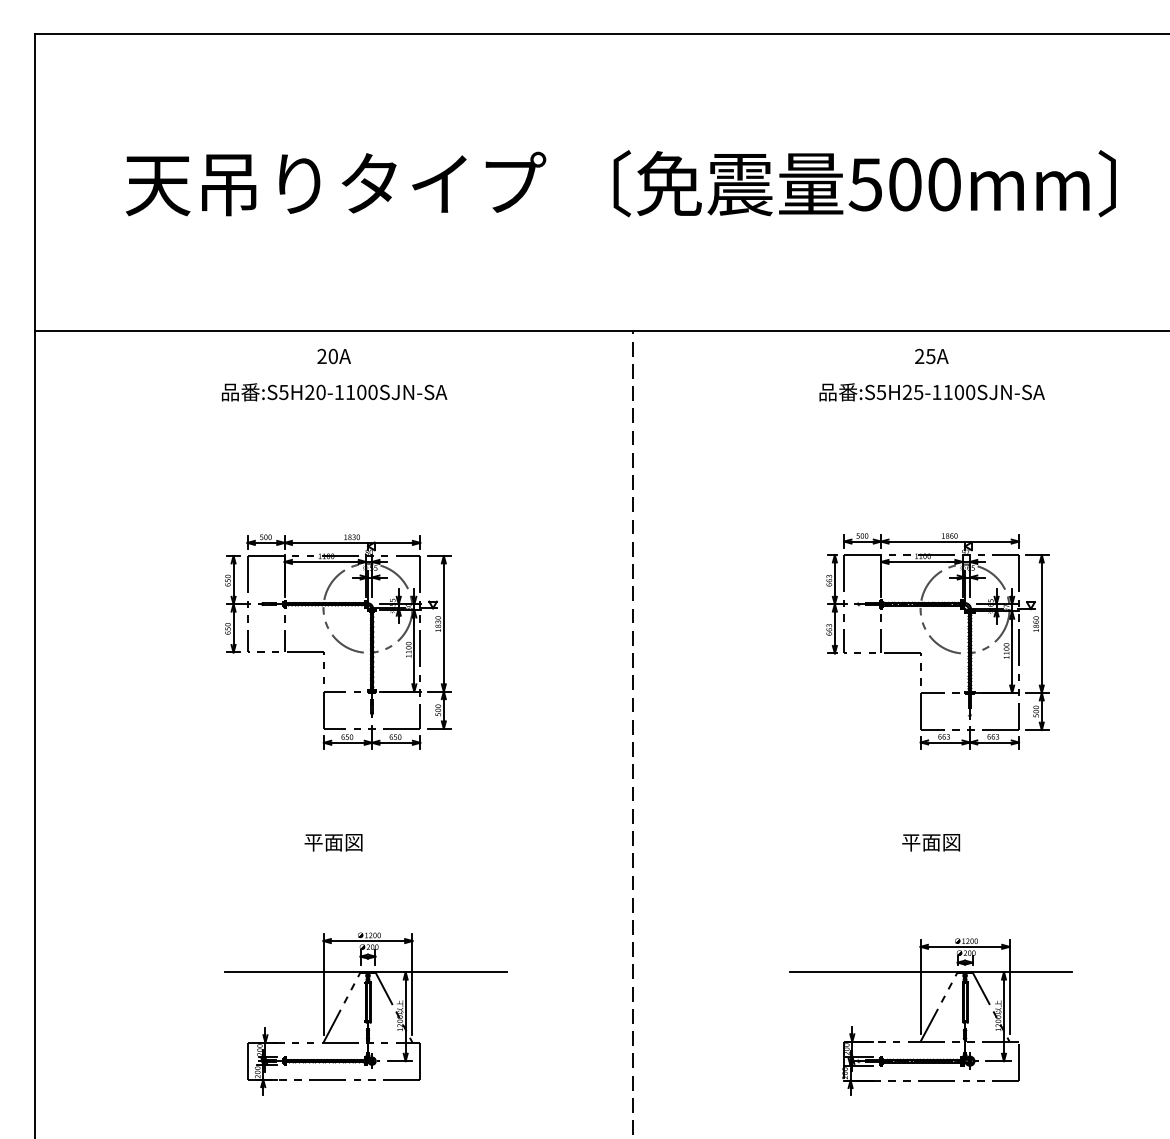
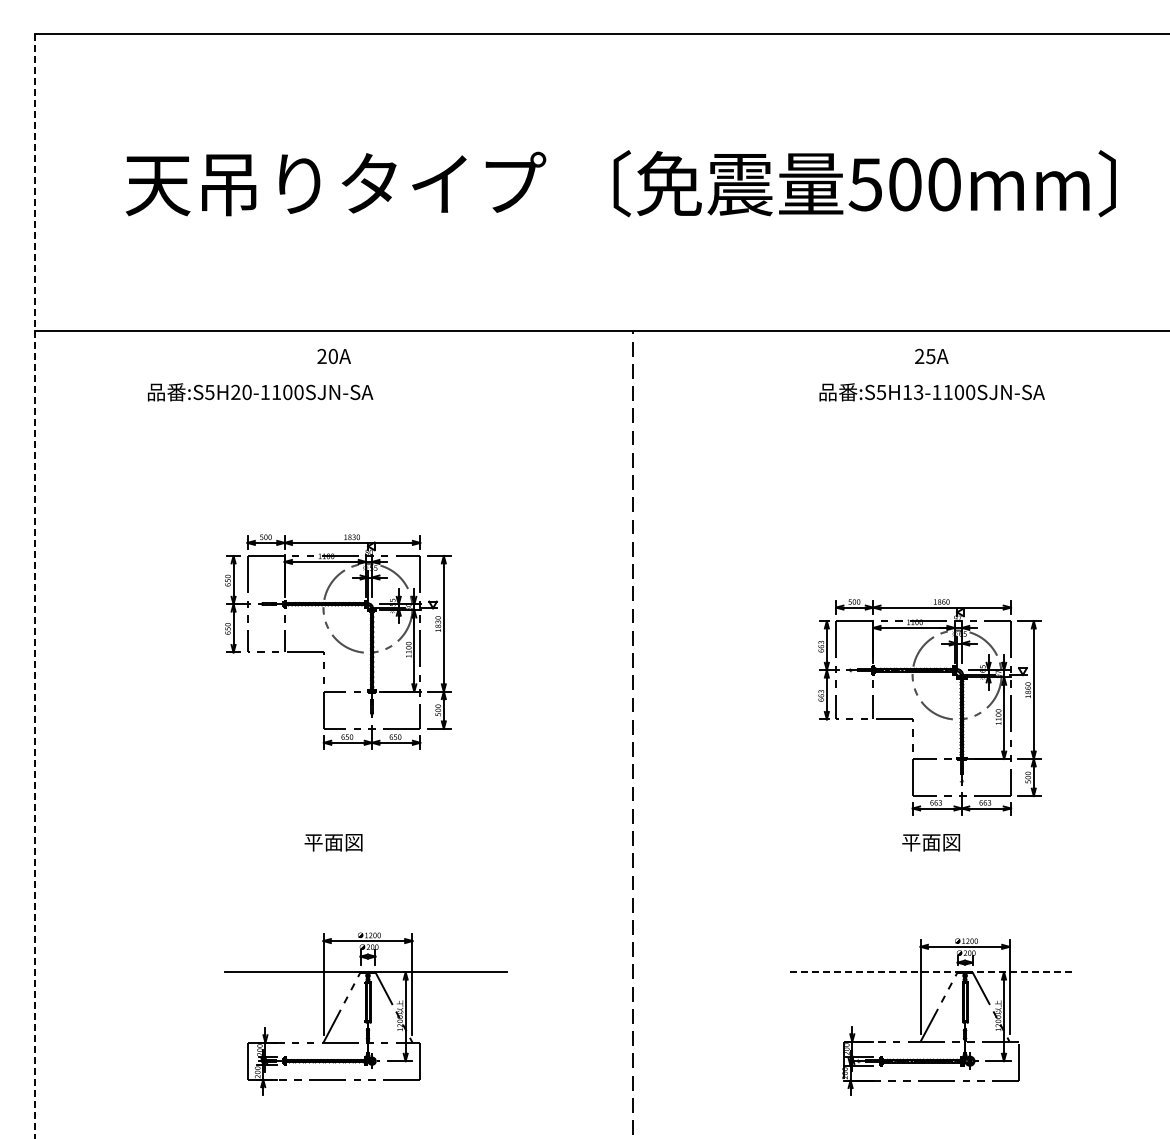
text at (912, 391): :S5H25-1100SJN-SA -> :S5H13-1100SJN-SA
text at (334, 392) position: (334, 392) -> (260, 392)
line at (35, 586): solid -> dashed
part at (937, 641) position: (937, 641) -> (929, 707)
line at (931, 972): solid -> dashed
